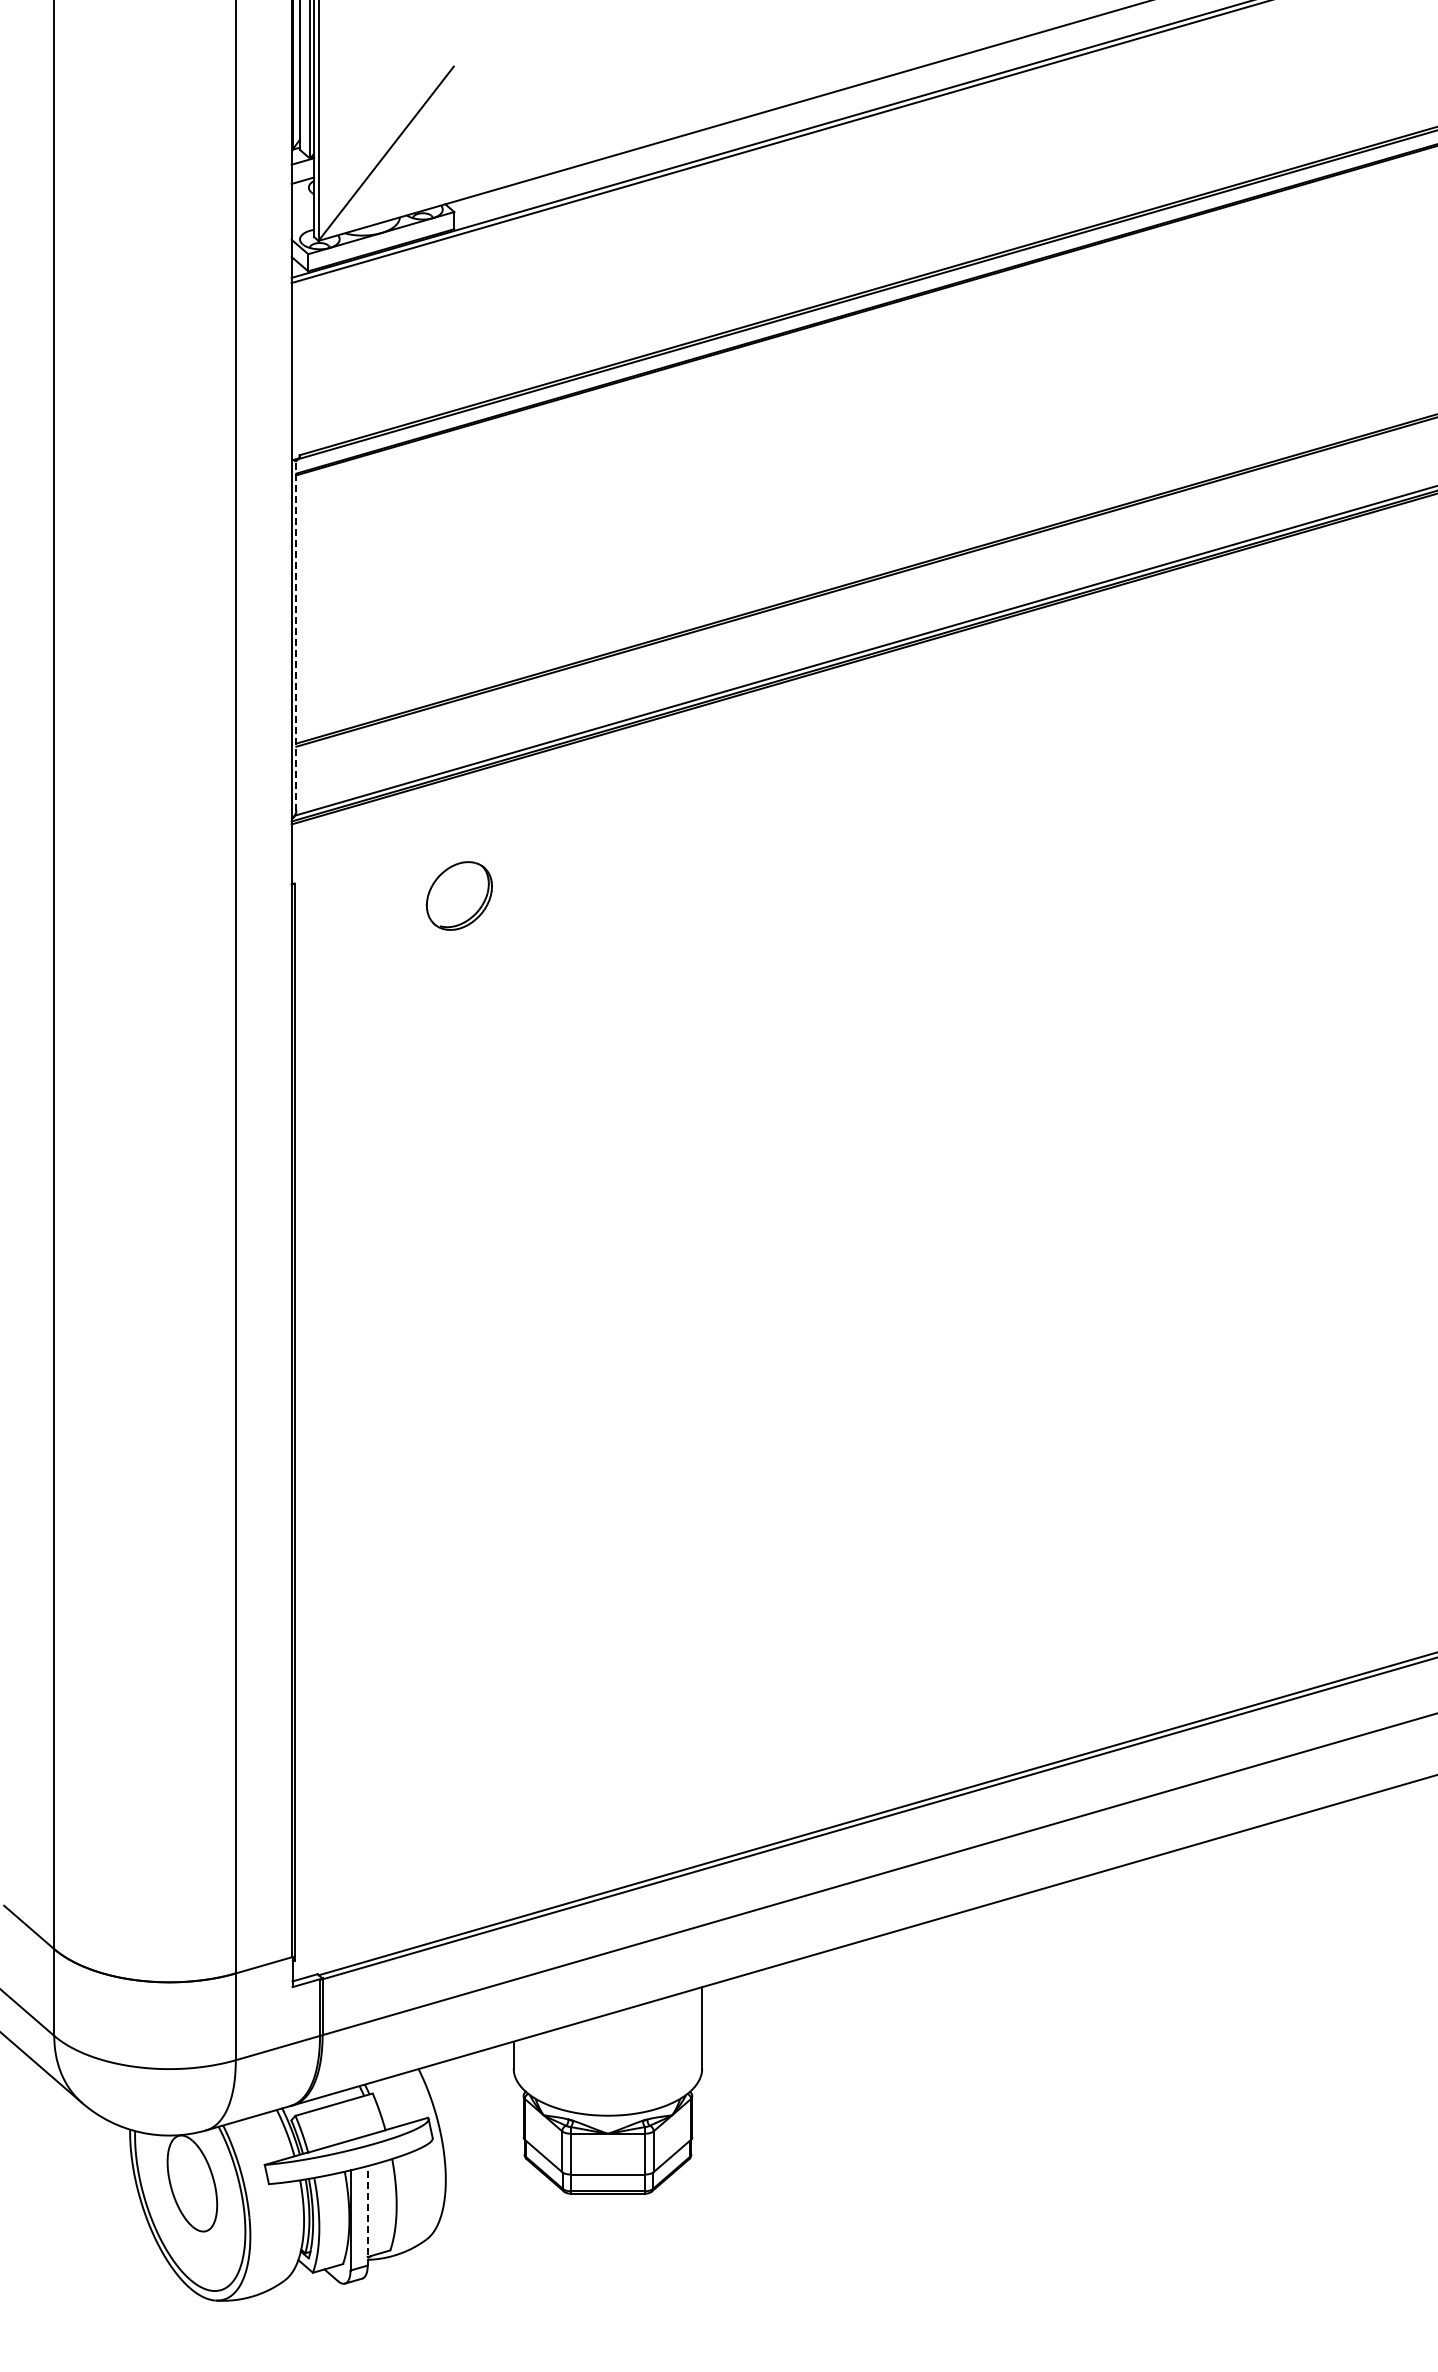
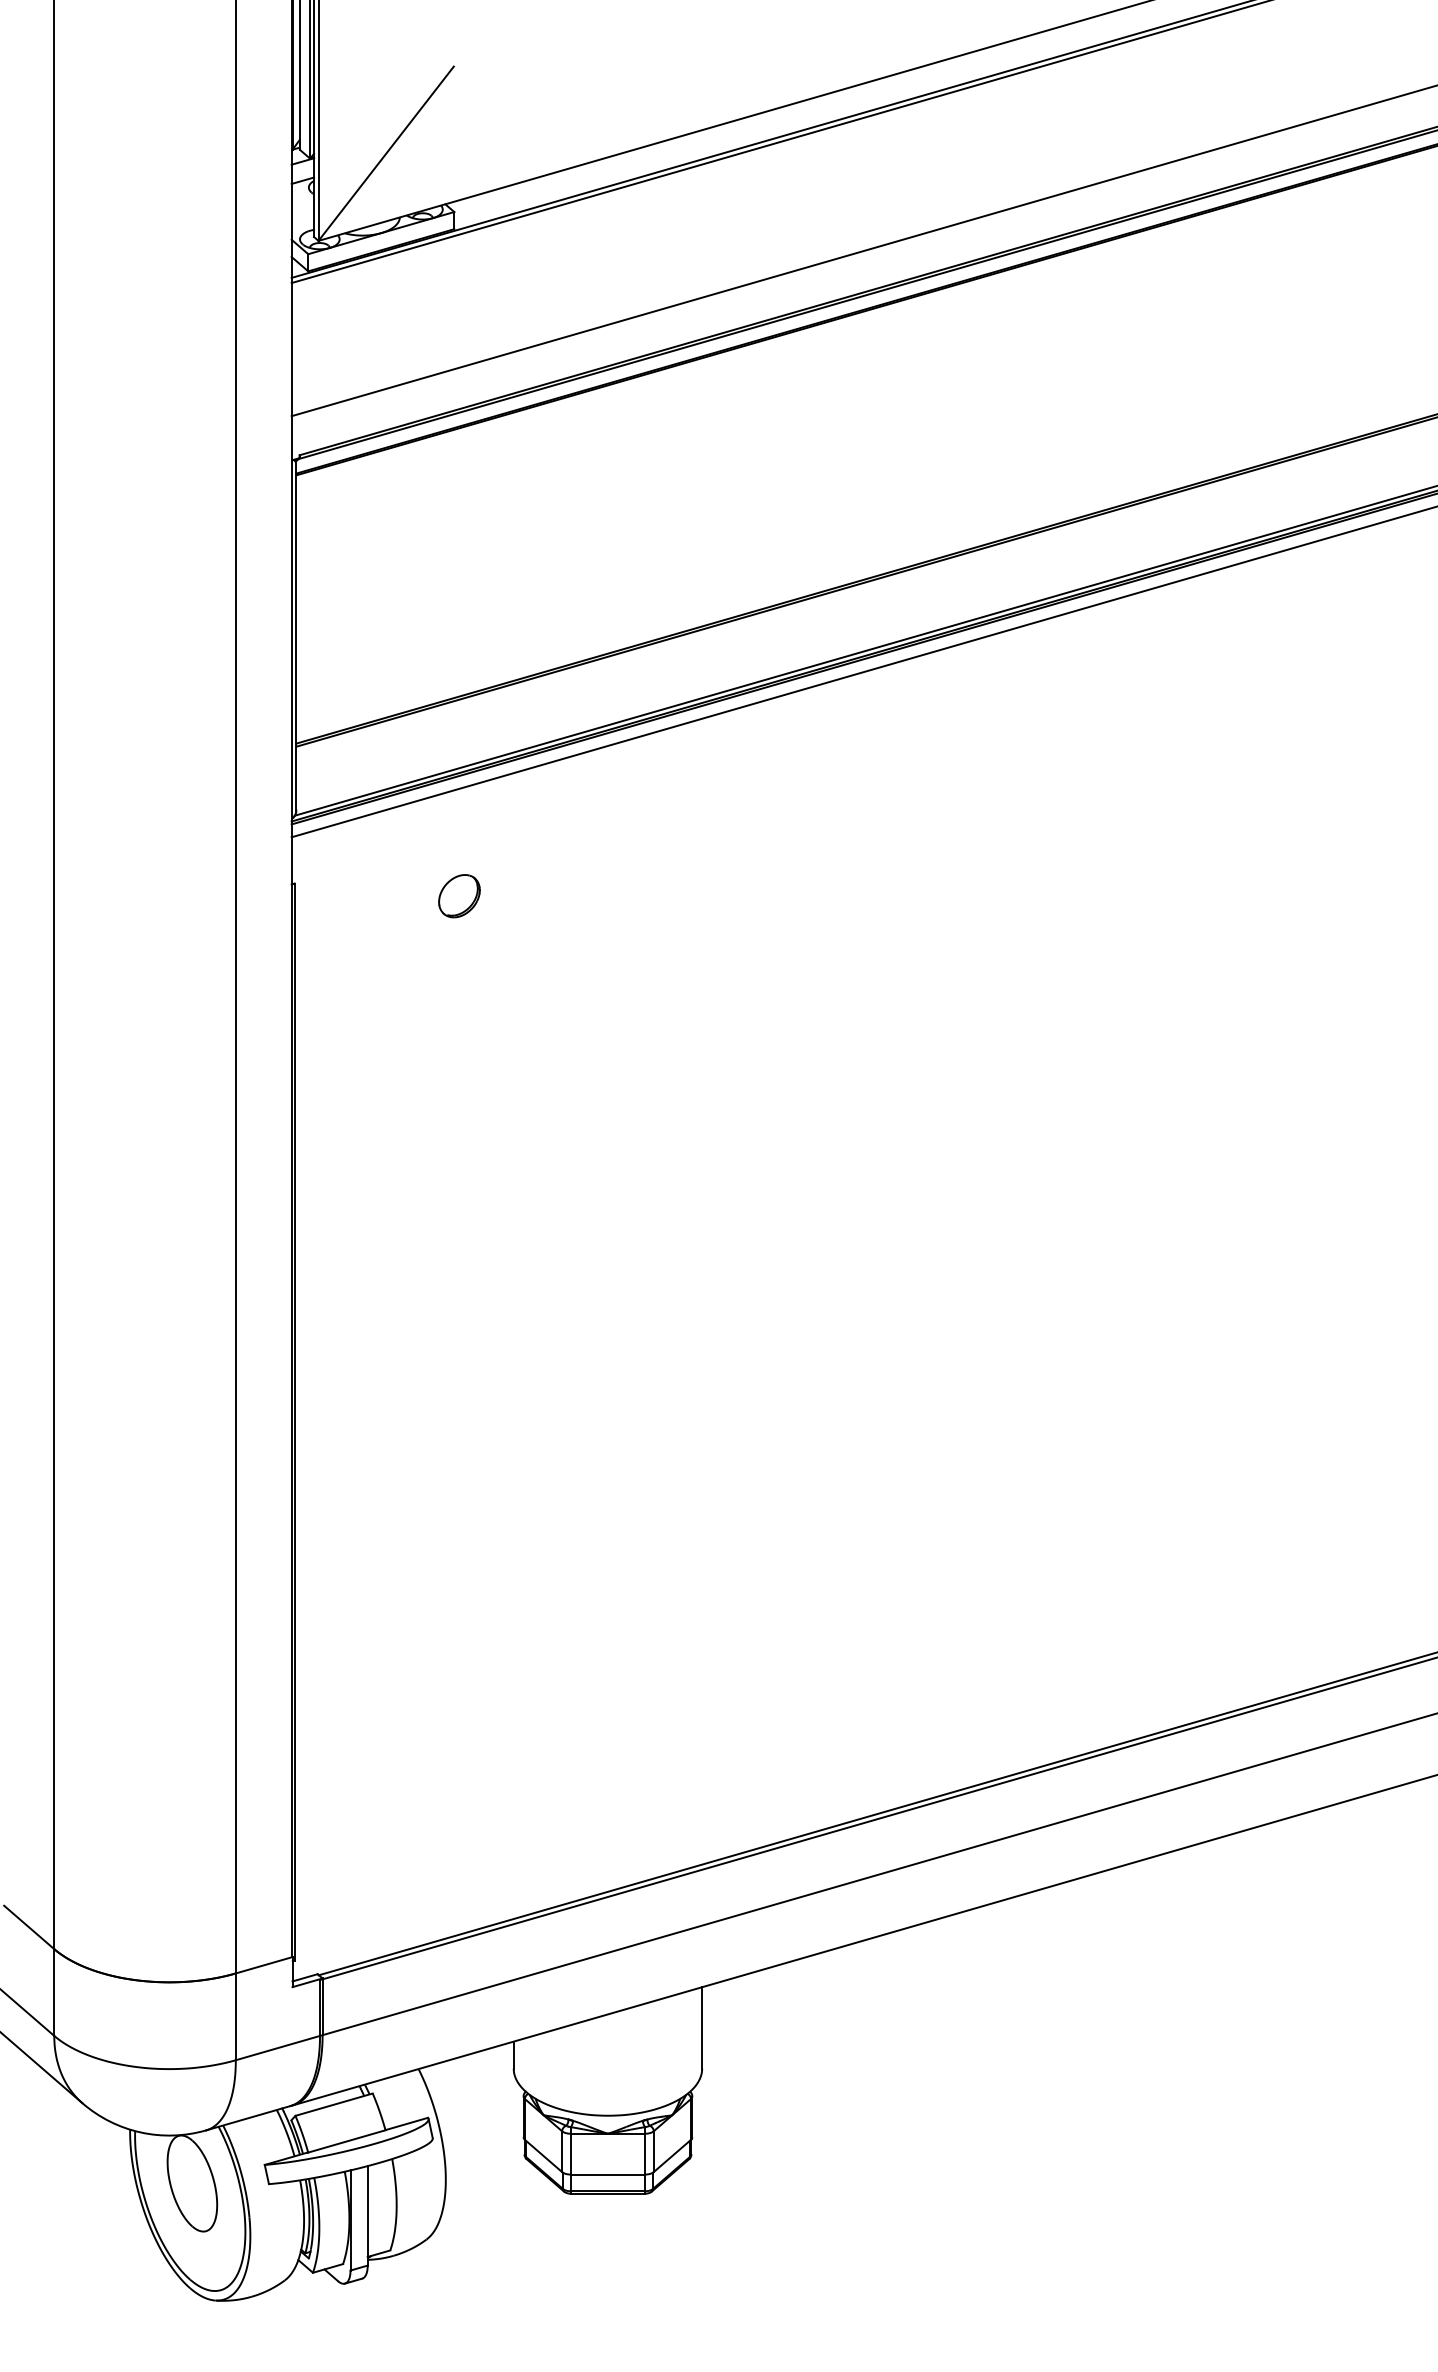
line at (862, 251): none -> present
line at (296, 635): dashed -> solid
line at (862, 672): none -> present
part at (458, 895) size: 68x70 px -> 43x45 px
line at (367, 2215): dashed -> solid
